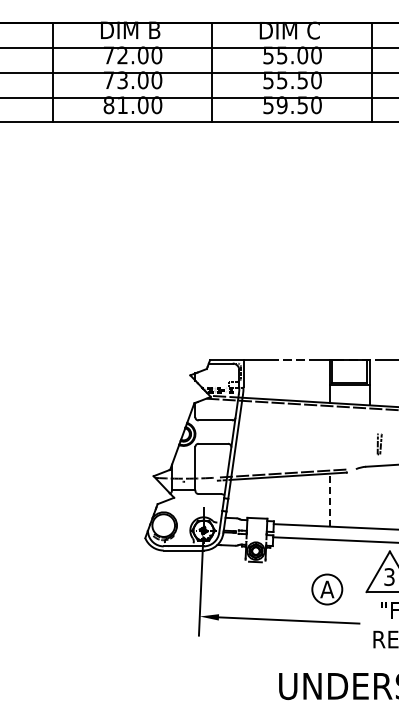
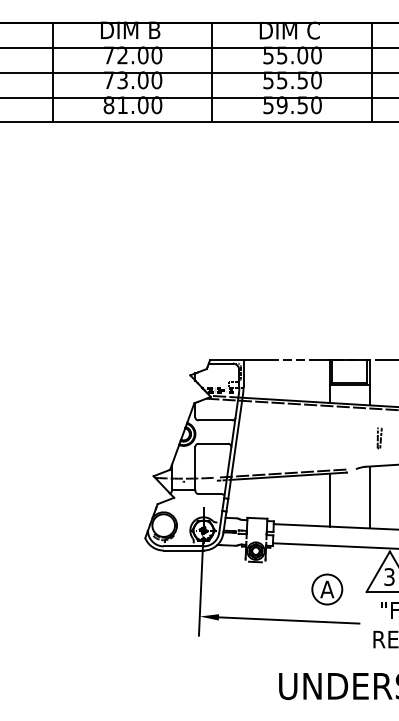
part at (379, 444) position: (379, 444) -> (379, 438)
line at (369, 497): none -> present
line at (329, 499): dashed -> solid
line at (333, 539) position: (333, 539) -> (333, 545)
